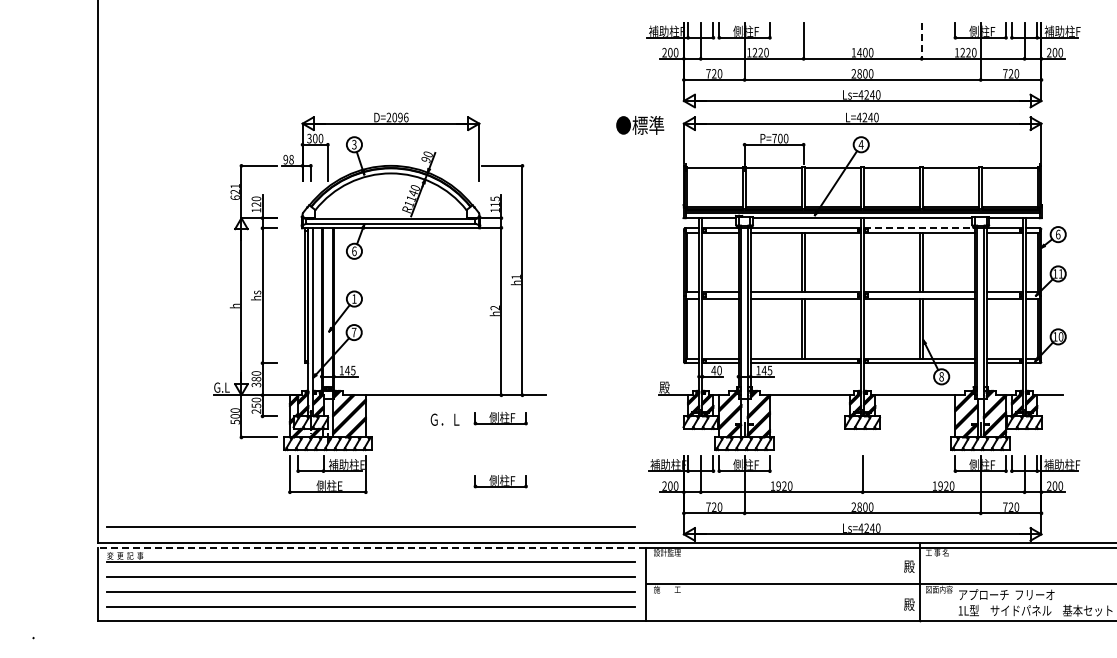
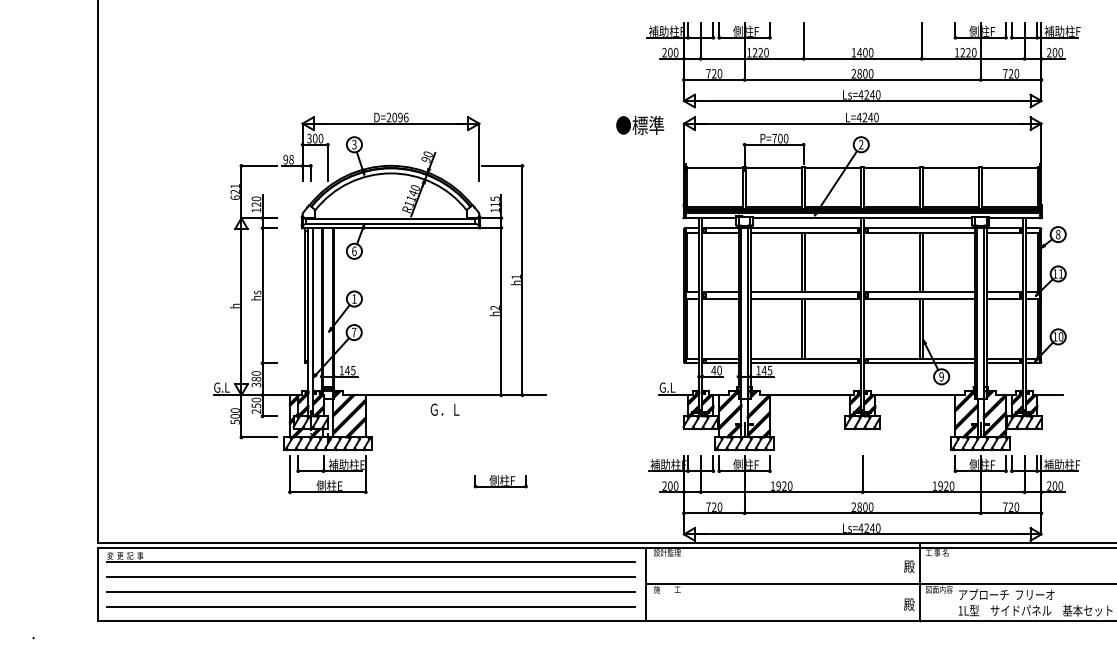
line at (921, 41): dashed -> solid
text at (860, 144): 4 -> 2
line at (920, 228): dashed -> solid
text at (1058, 234): 6 -> 8
text at (941, 376): 8 -> 9
text at (667, 387): 殿 -> G.L
part at (500, 418): present -> none
text at (444, 419) position: (444, 419) -> (444, 409)
line at (370, 526): present -> none
line at (371, 547): dashed -> solid
